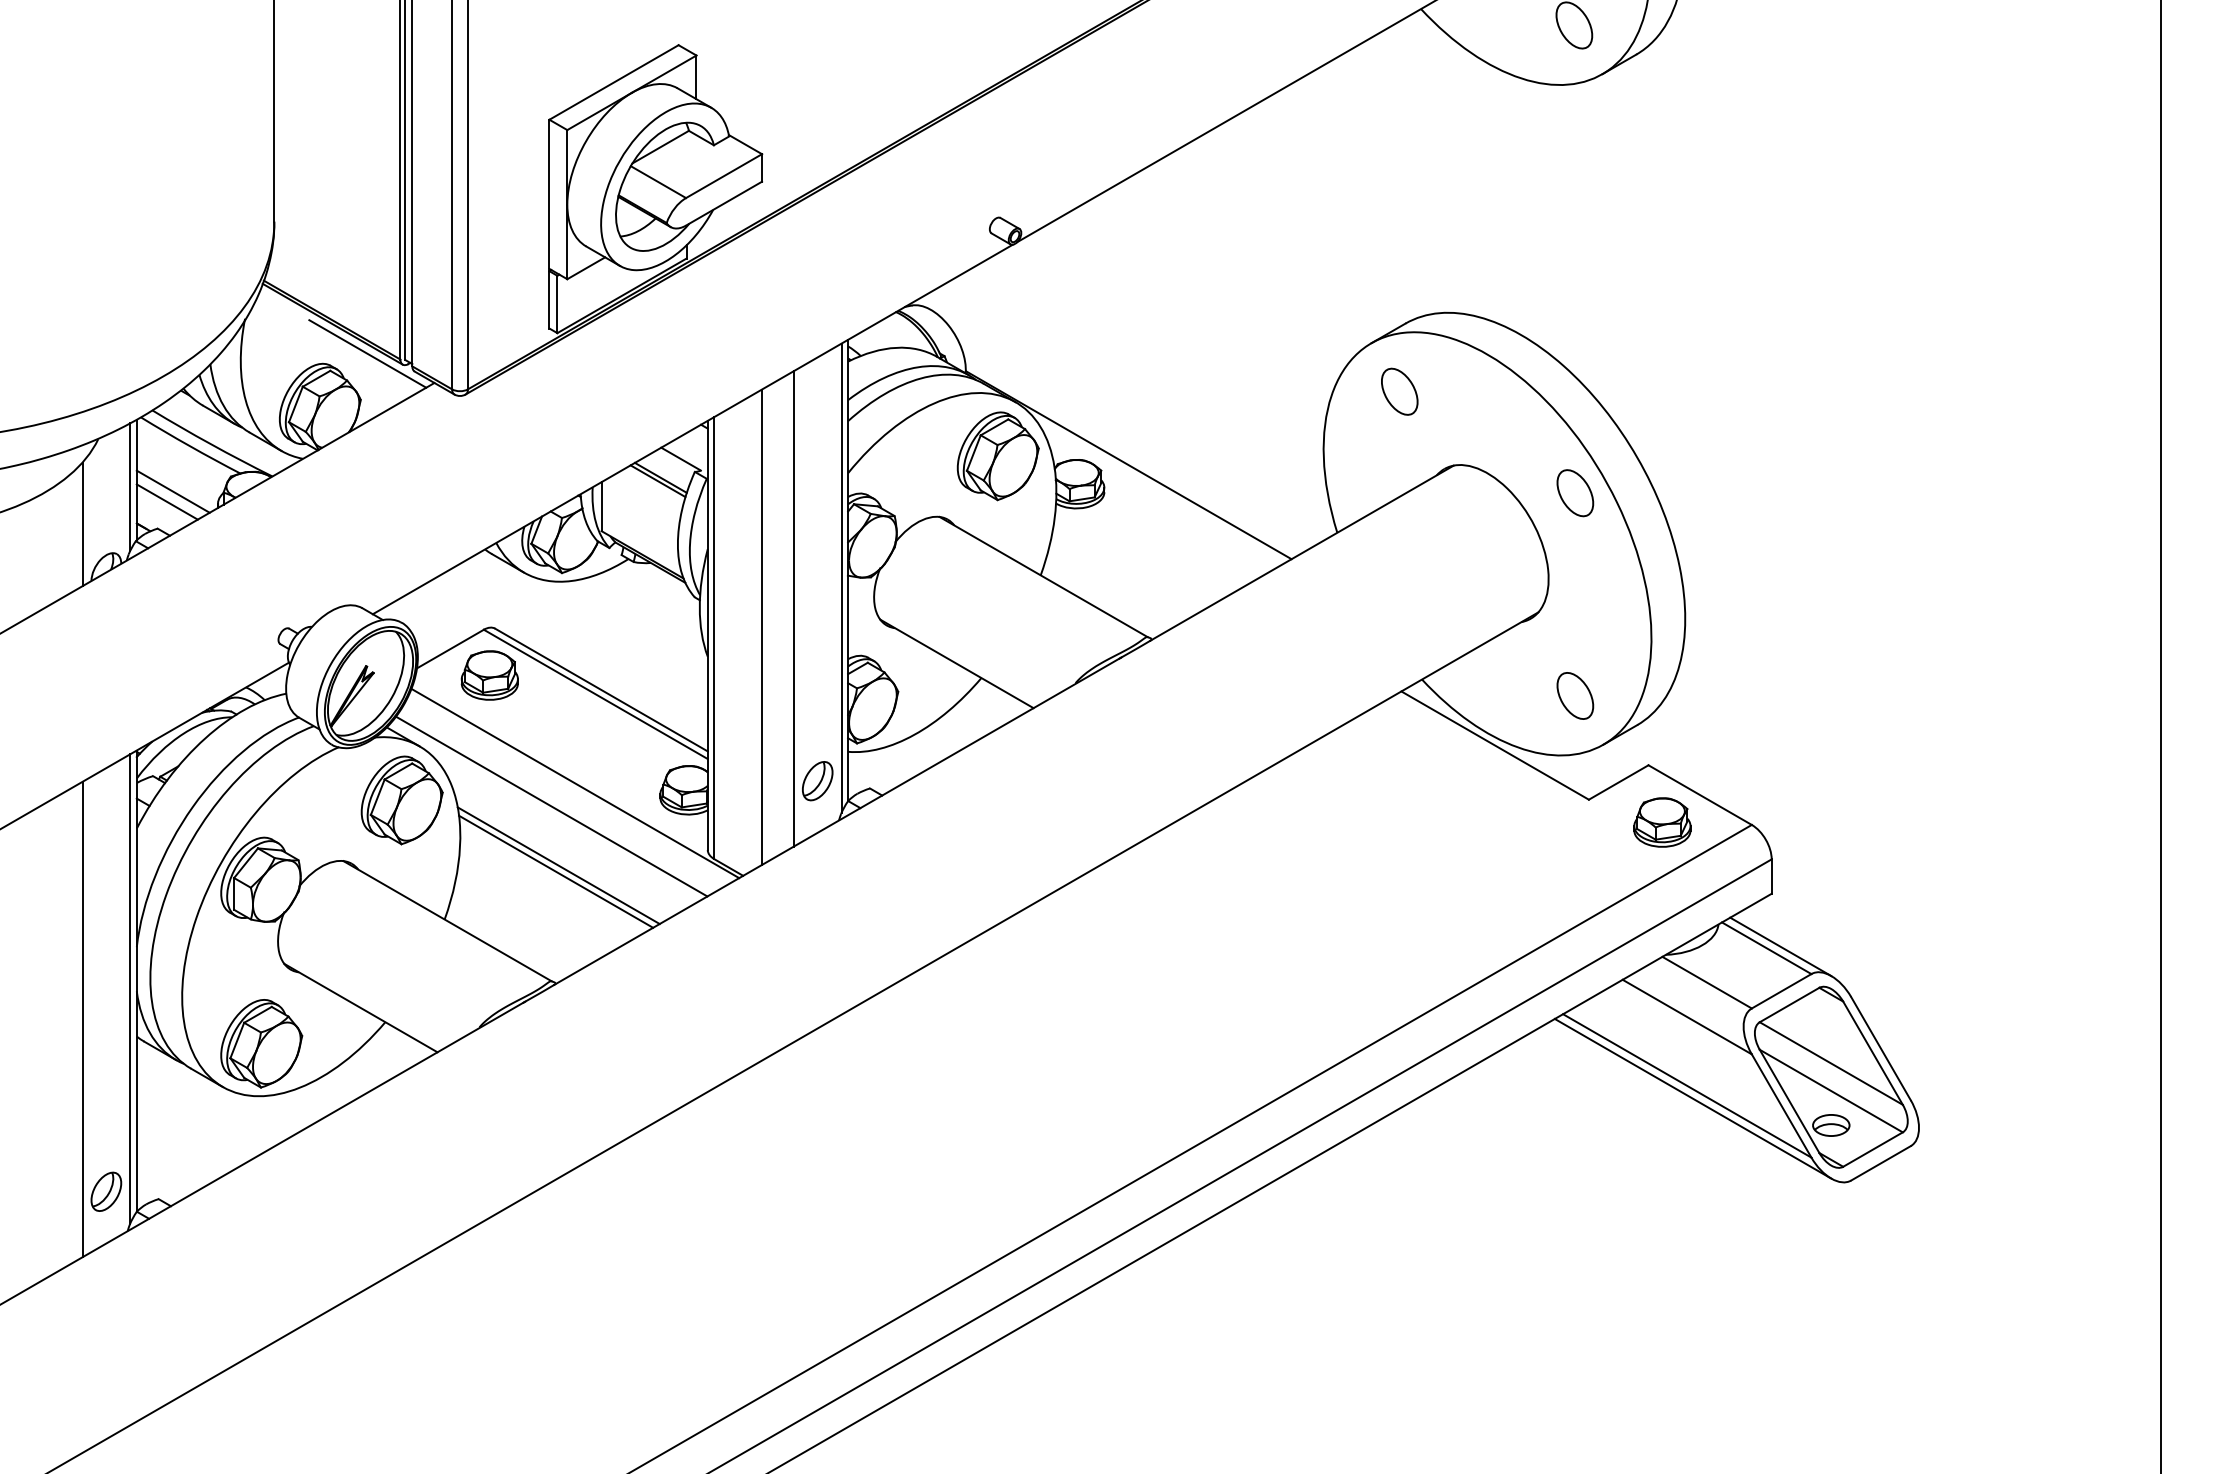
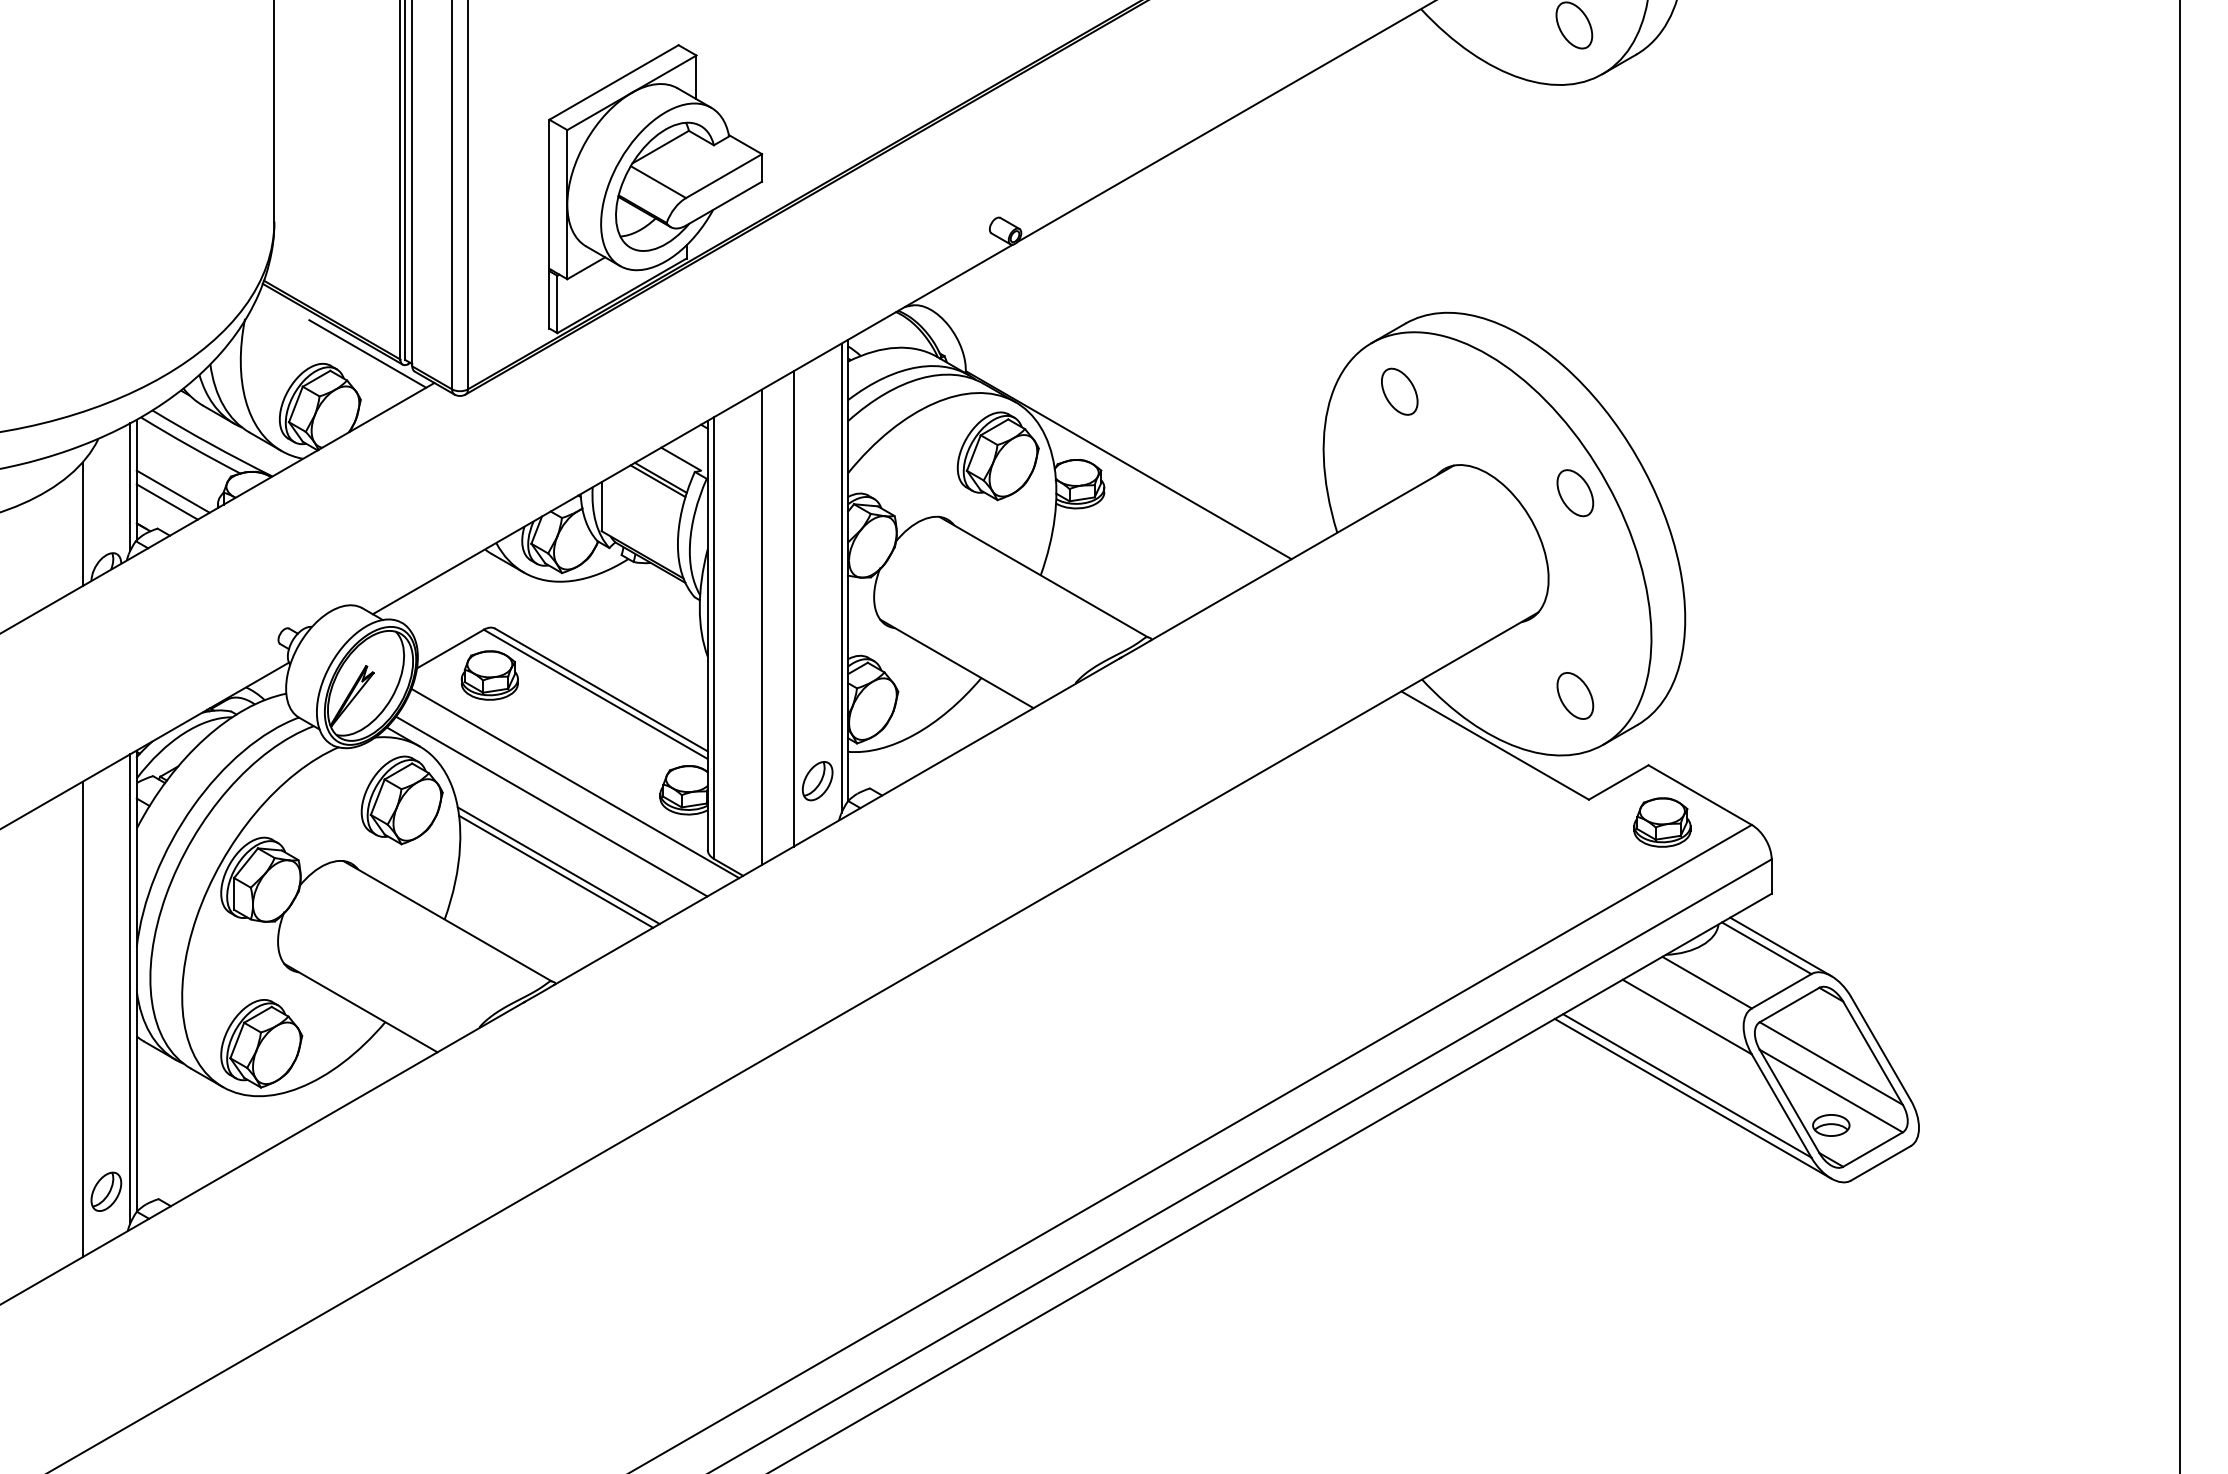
line at (2161, 736) position: (2161, 736) -> (2180, 736)
